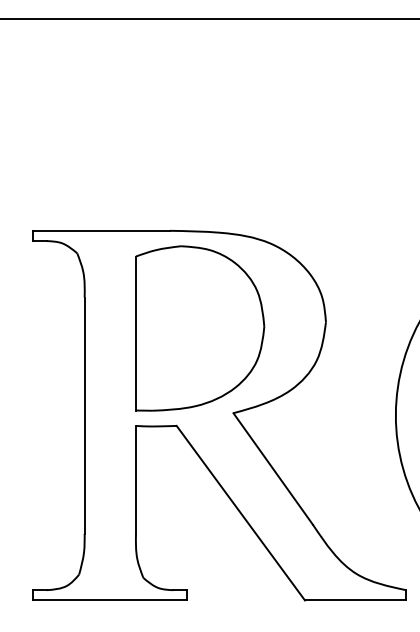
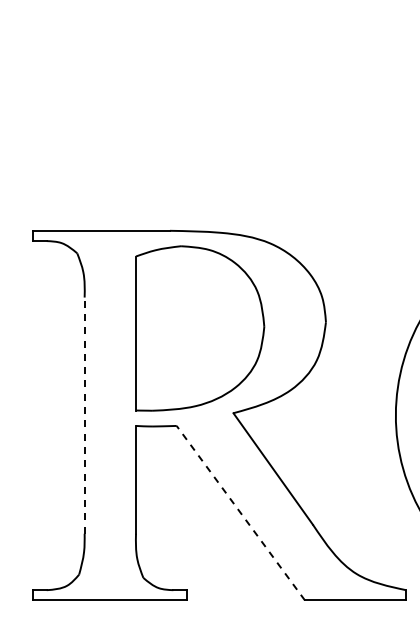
line at (209, 18): present -> none
line at (84, 415): solid -> dashed
line at (240, 512): solid -> dashed
